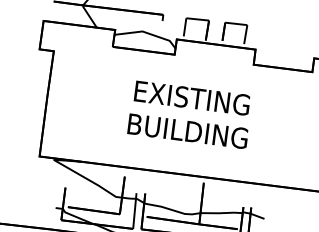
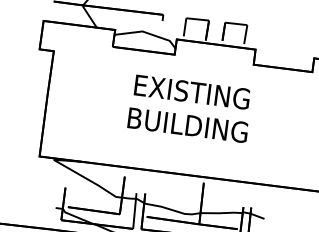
text at (188, 114) position: (188, 114) -> (188, 108)
